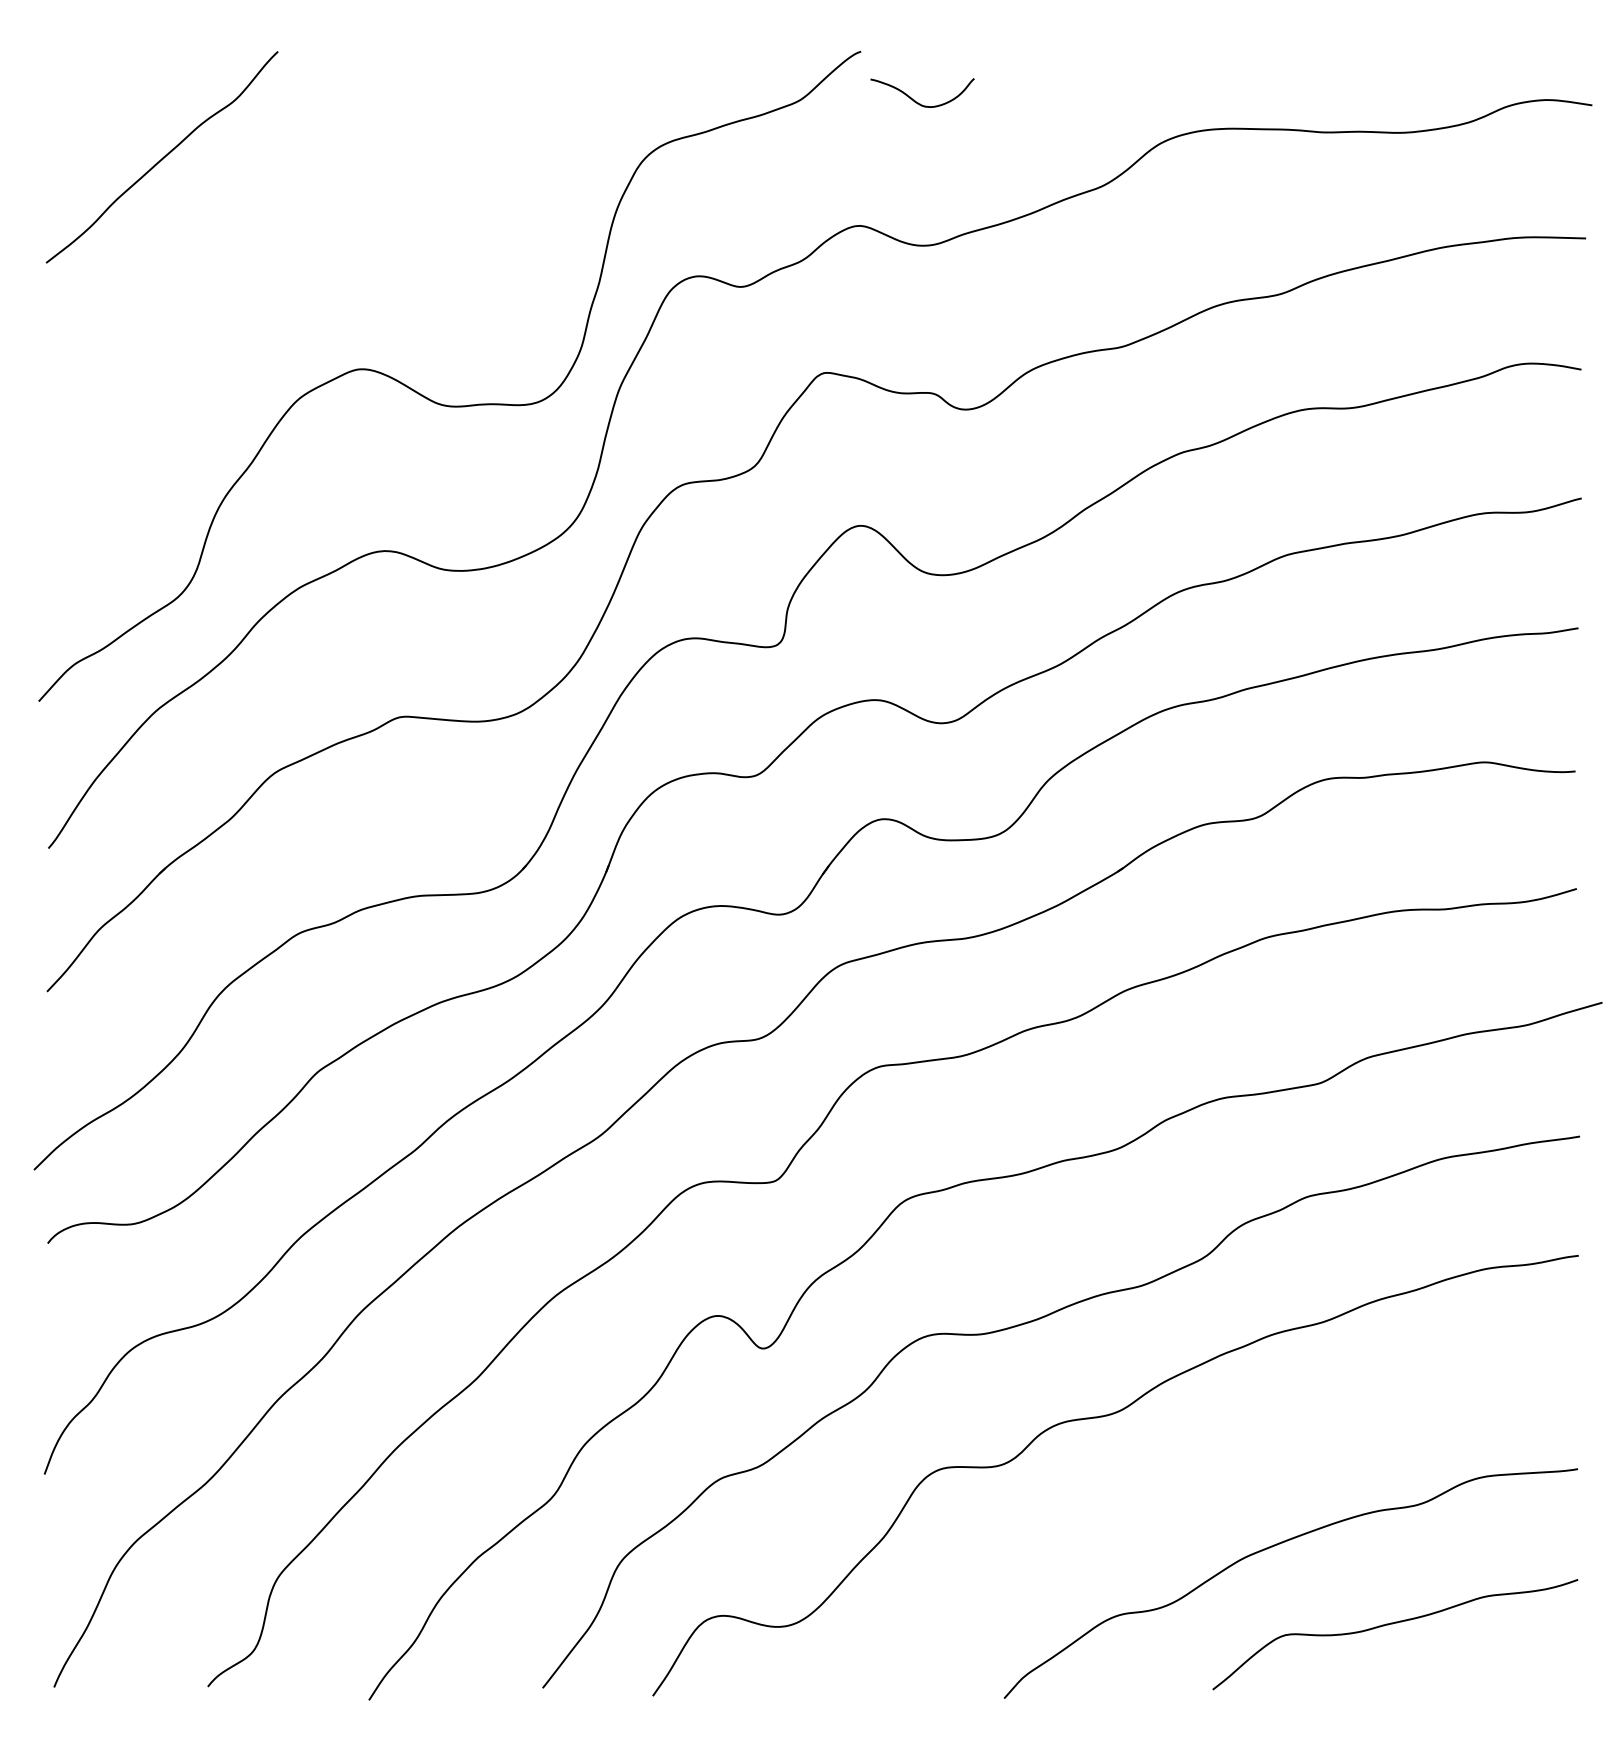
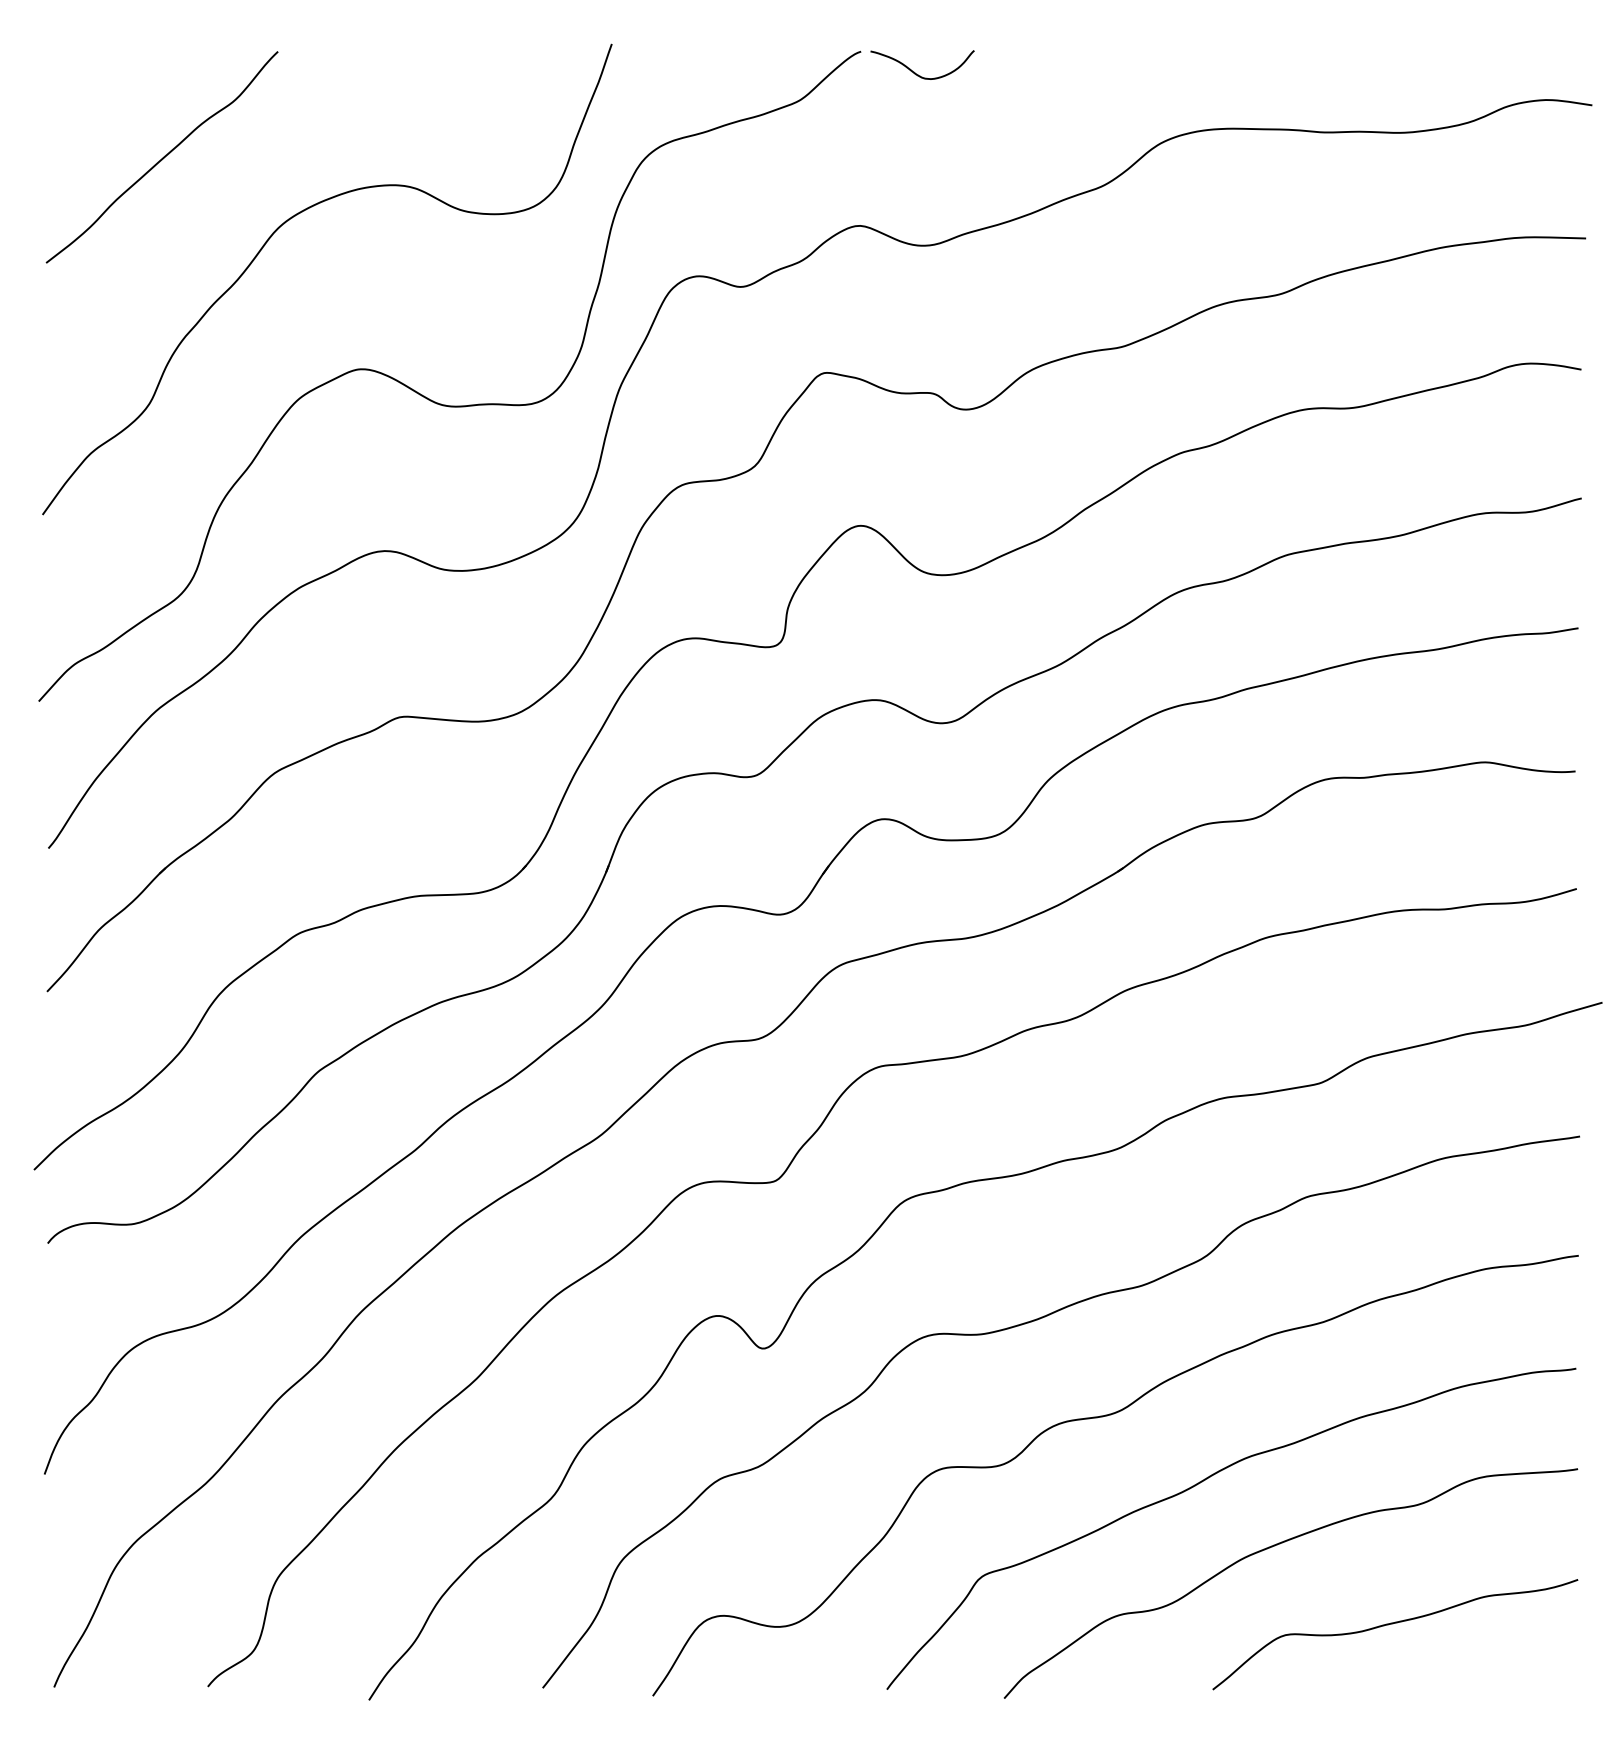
curve at (914, 99) position: (914, 99) -> (914, 71)
curve at (284, 224): none -> present
curve at (1202, 1482): none -> present
